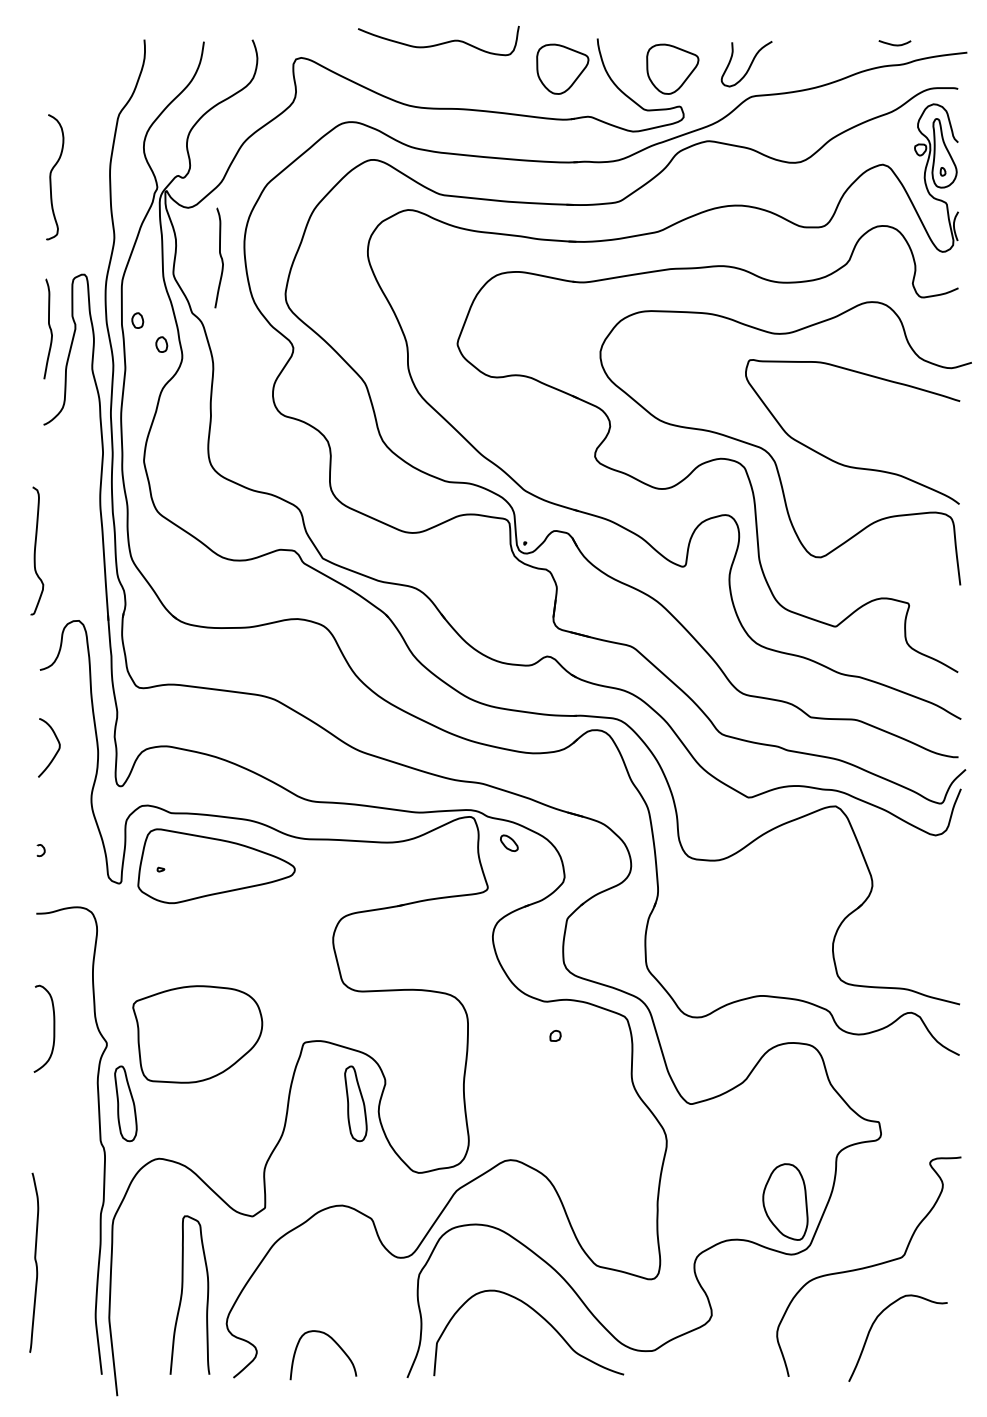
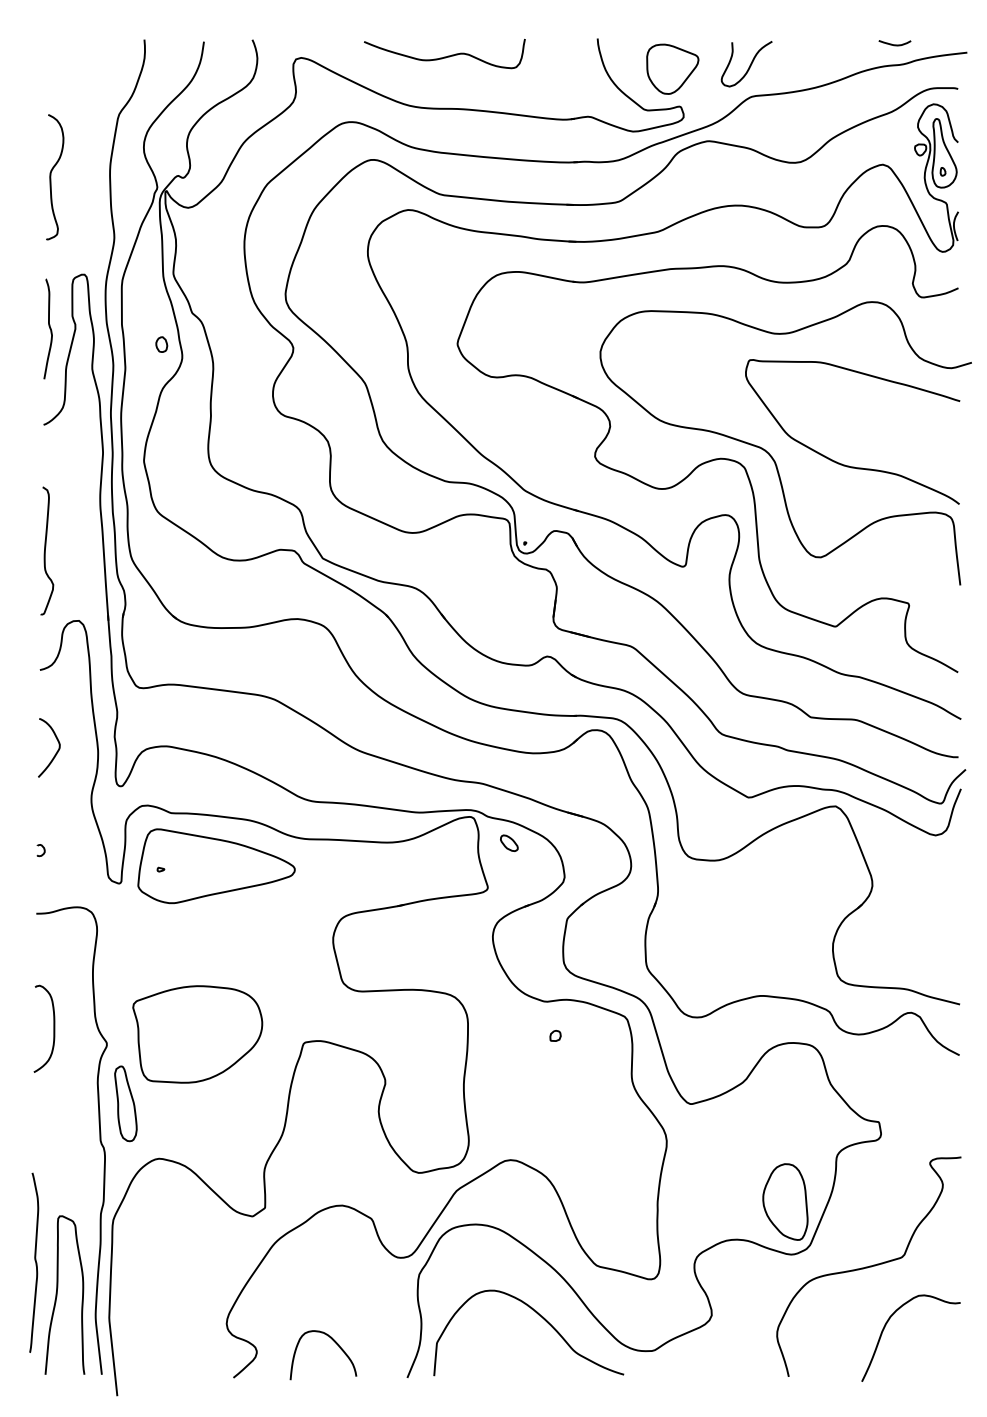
curve at (438, 43) position: (438, 43) -> (444, 56)
part at (562, 68): present -> none
curve at (220, 257): present -> none
part at (137, 320): present -> none
curve at (35, 550) position: (35, 550) -> (45, 550)
part at (355, 1103): present -> none
curve at (182, 1294) position: (182, 1294) -> (57, 1294)
curve at (873, 1325) position: (873, 1325) -> (886, 1325)
